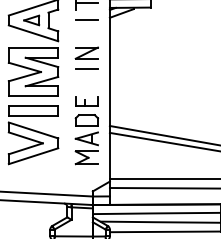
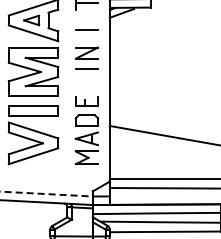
line at (86, 19) position: (86, 19) -> (86, 29)
line at (163, 141): present -> none
line at (47, 194): solid -> dashed
